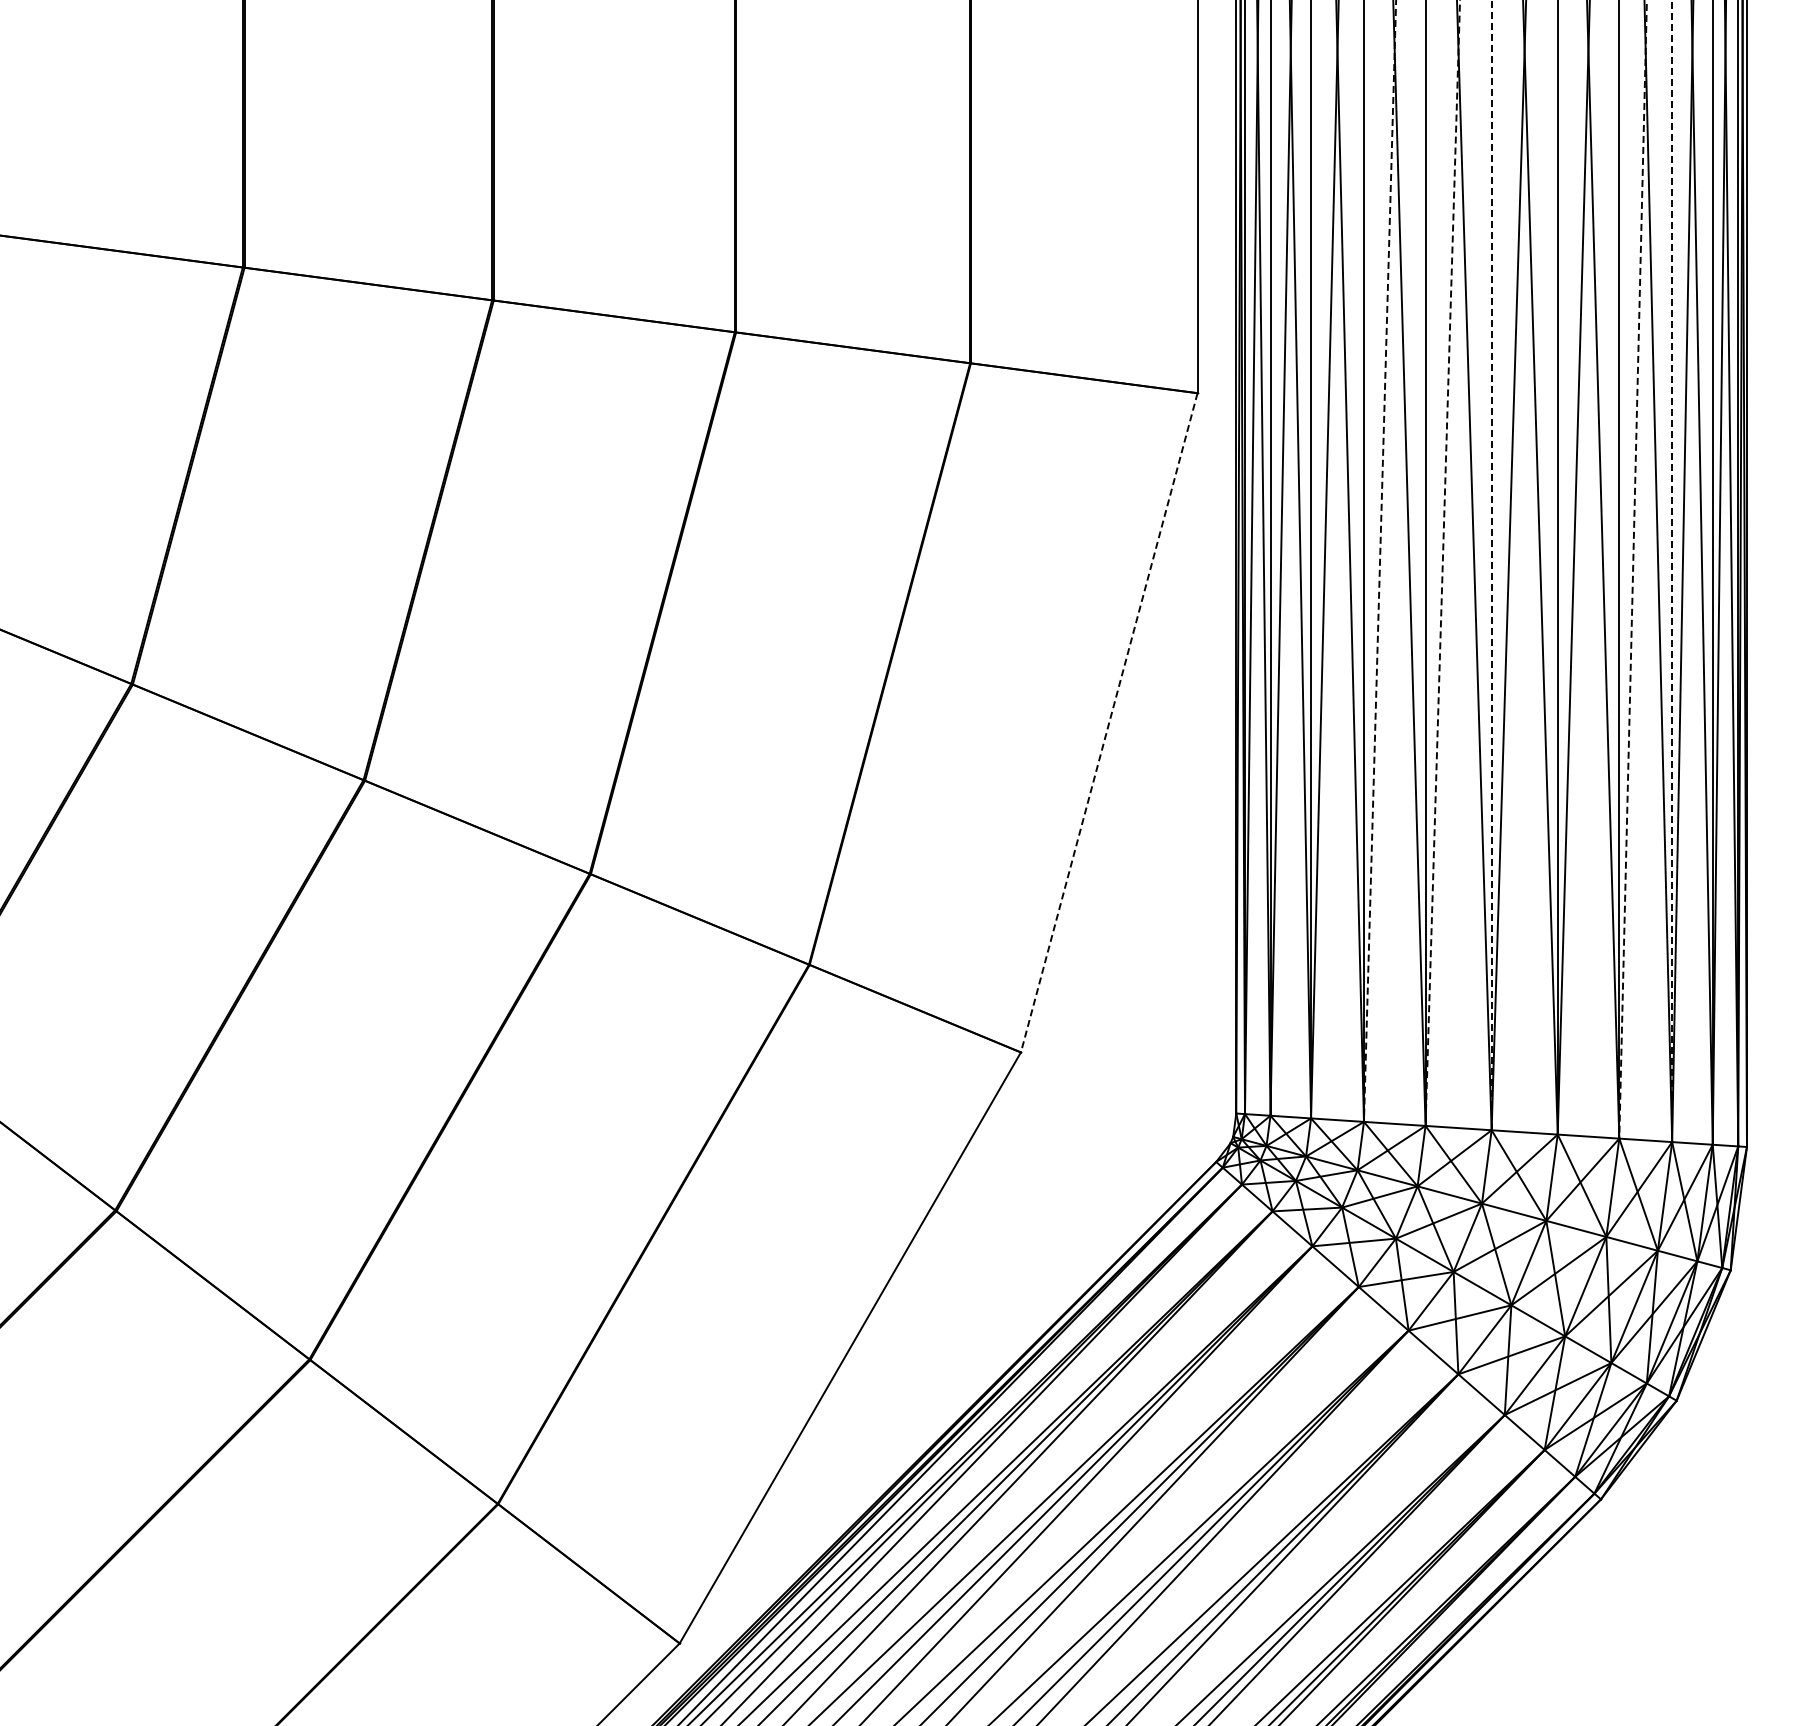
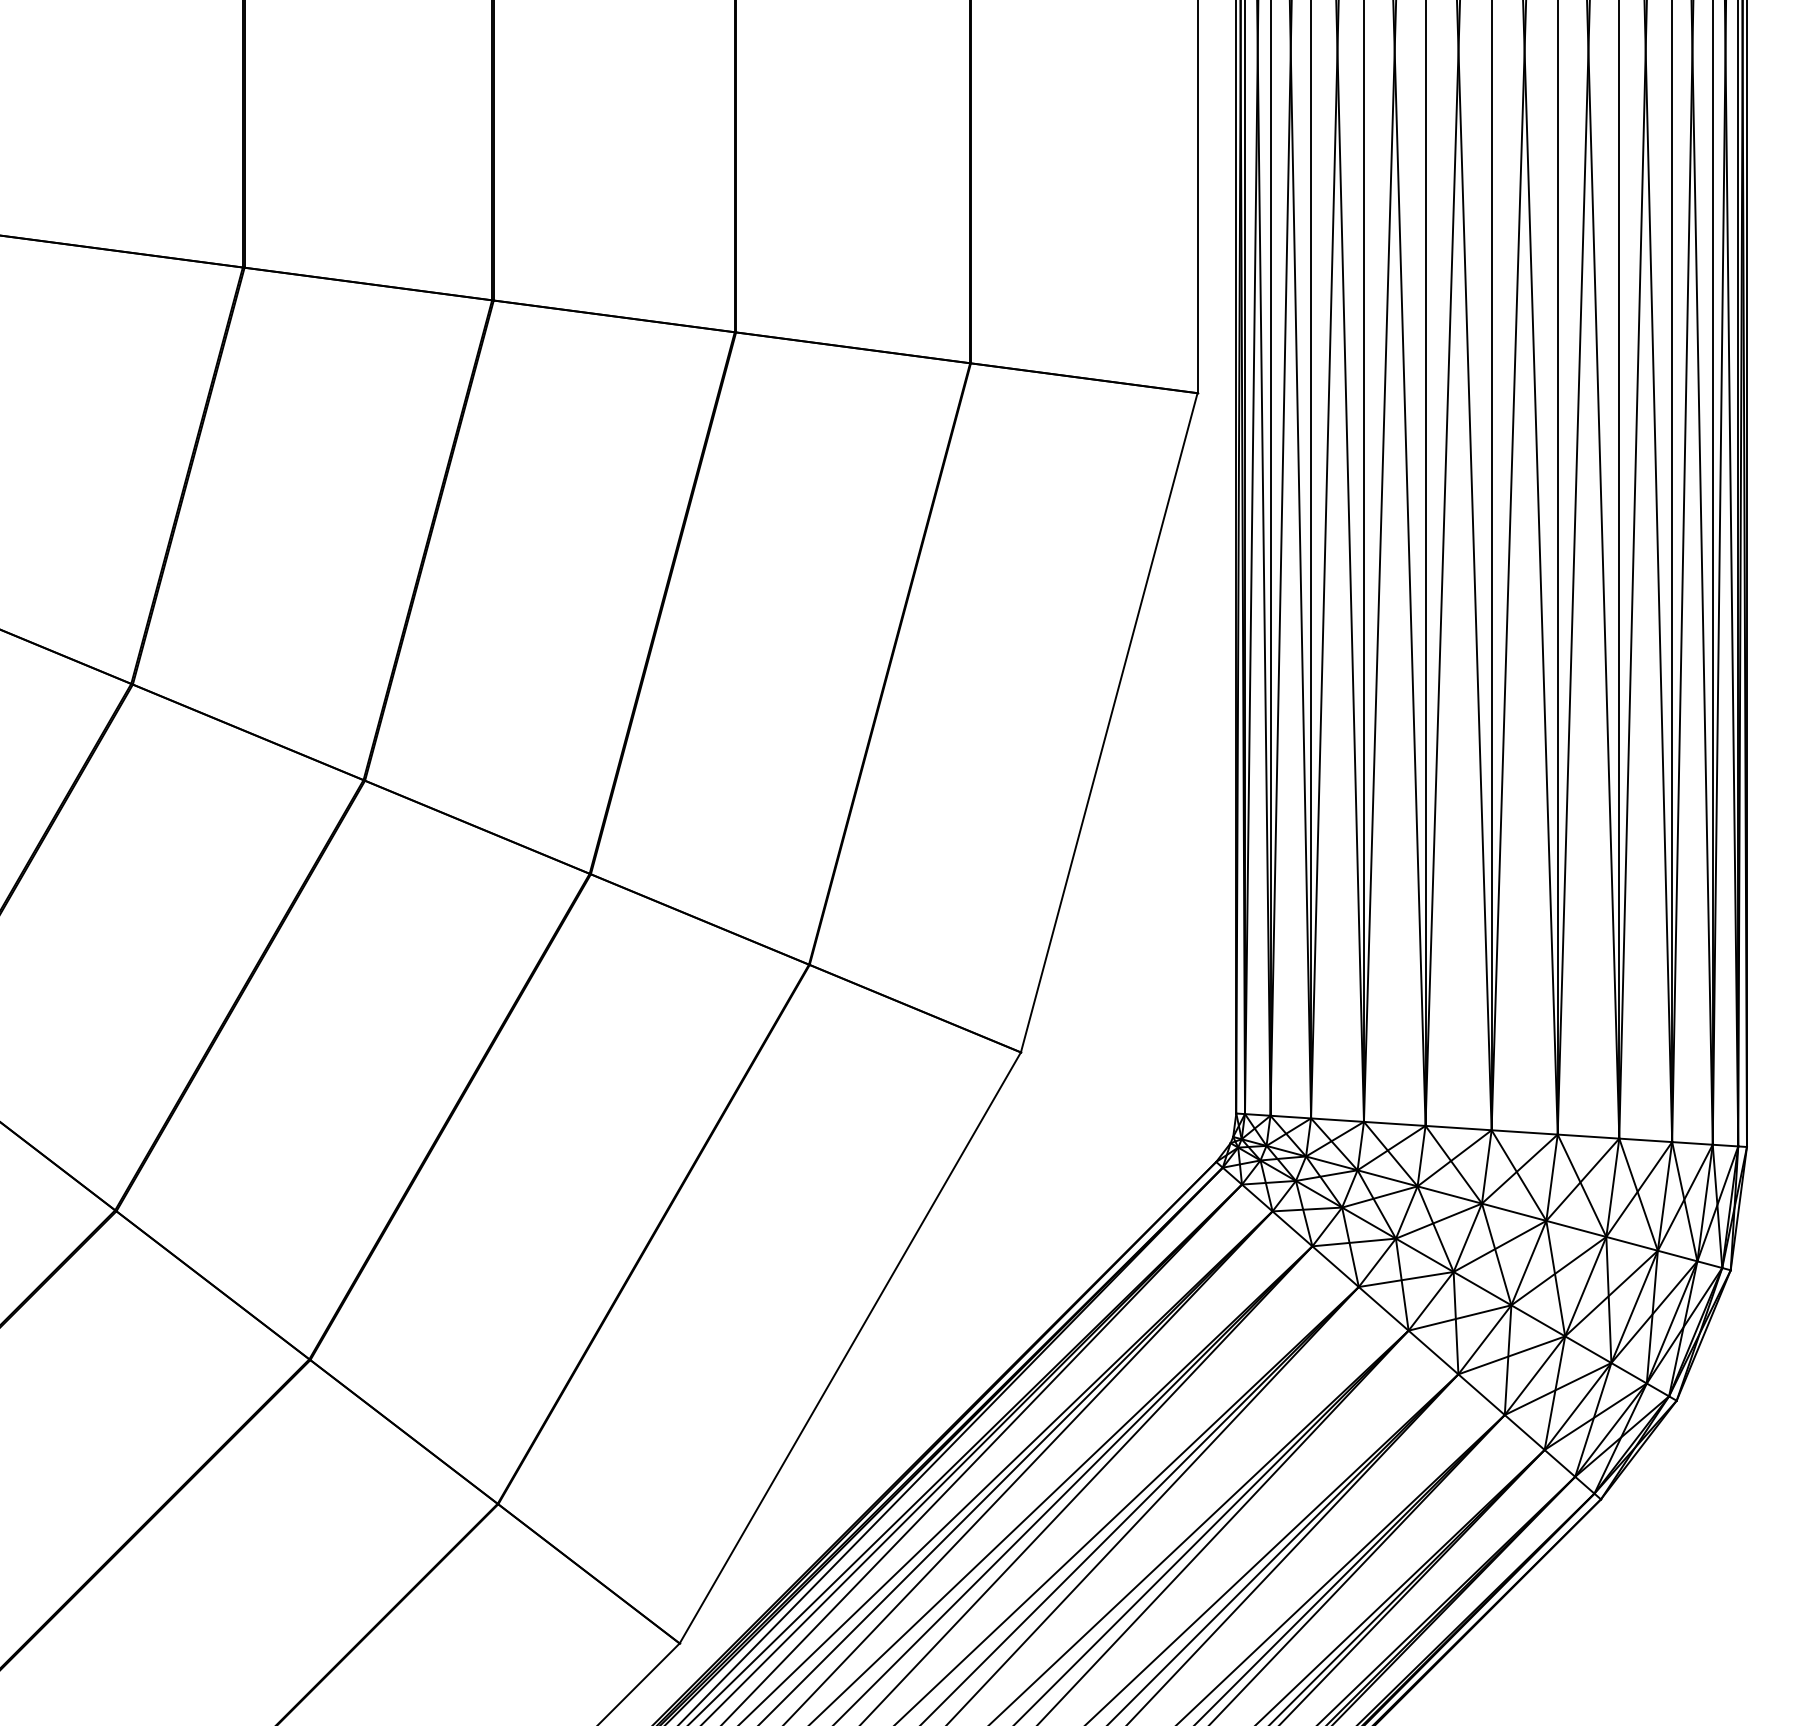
line at (1380, 561): dashed -> solid
line at (1442, 563): dashed -> solid
line at (1491, 565): dashed -> solid
line at (1633, 569): dashed -> solid
line at (1672, 571): dashed -> solid
line at (1109, 723): dashed -> solid
